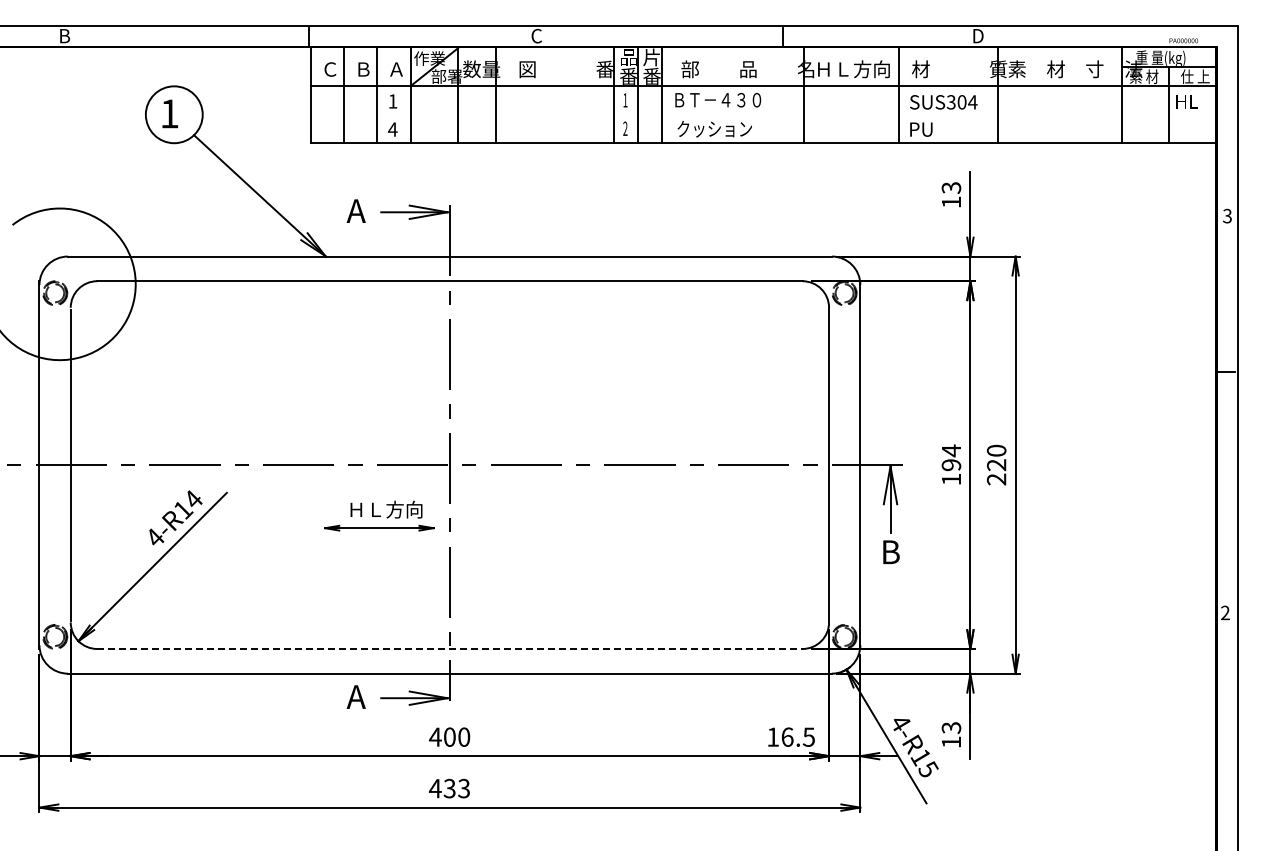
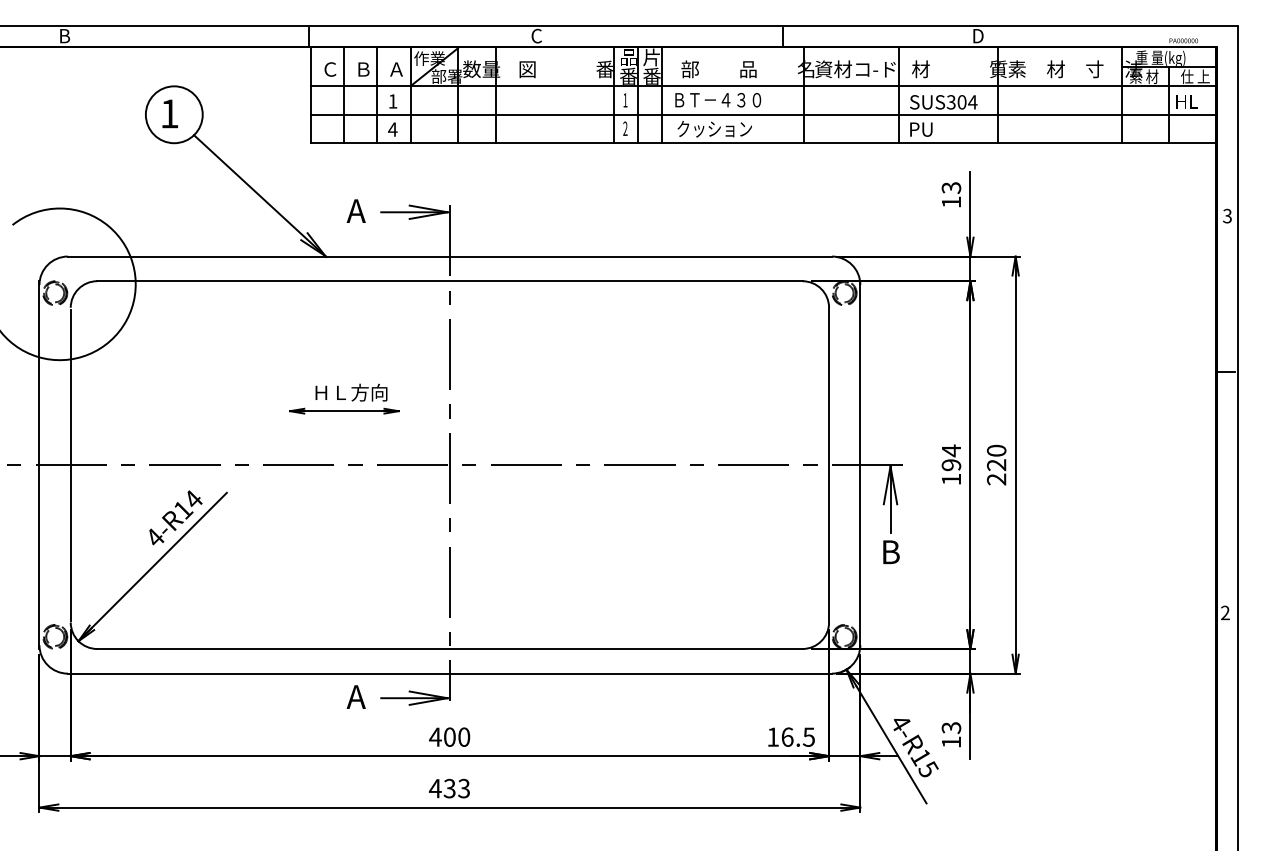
text at (855, 69): ＨＬ方向 -> 資材コ-ド
line at (763, 114): none -> present
part at (379, 515) position: (379, 515) -> (344, 398)
line at (449, 649): dashed -> solid
